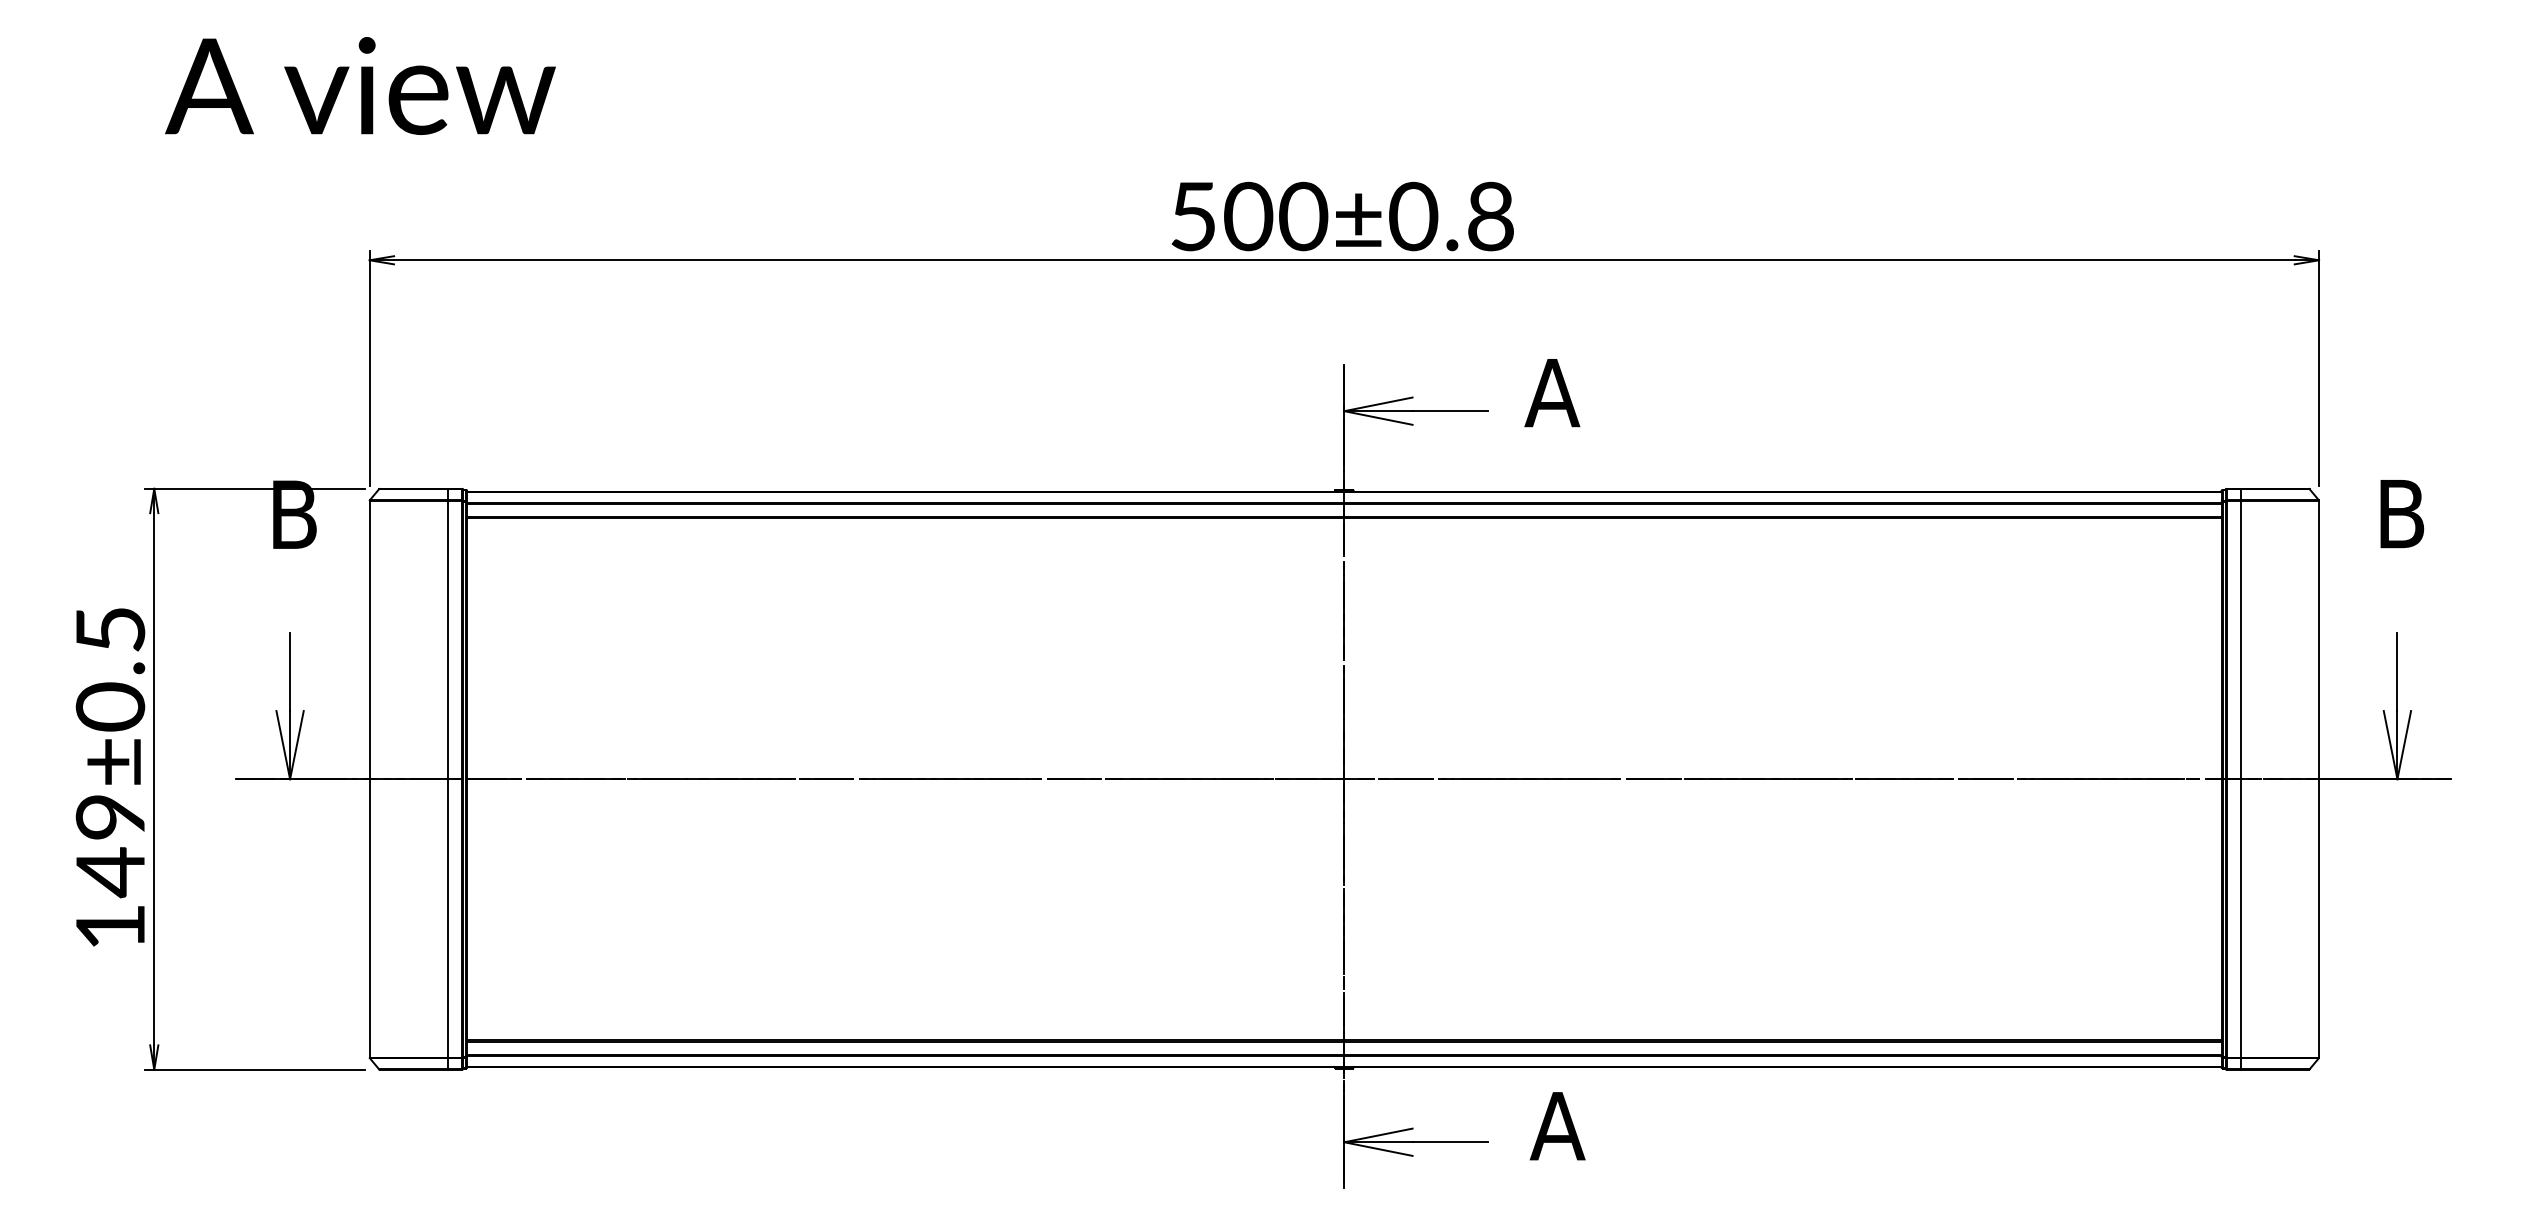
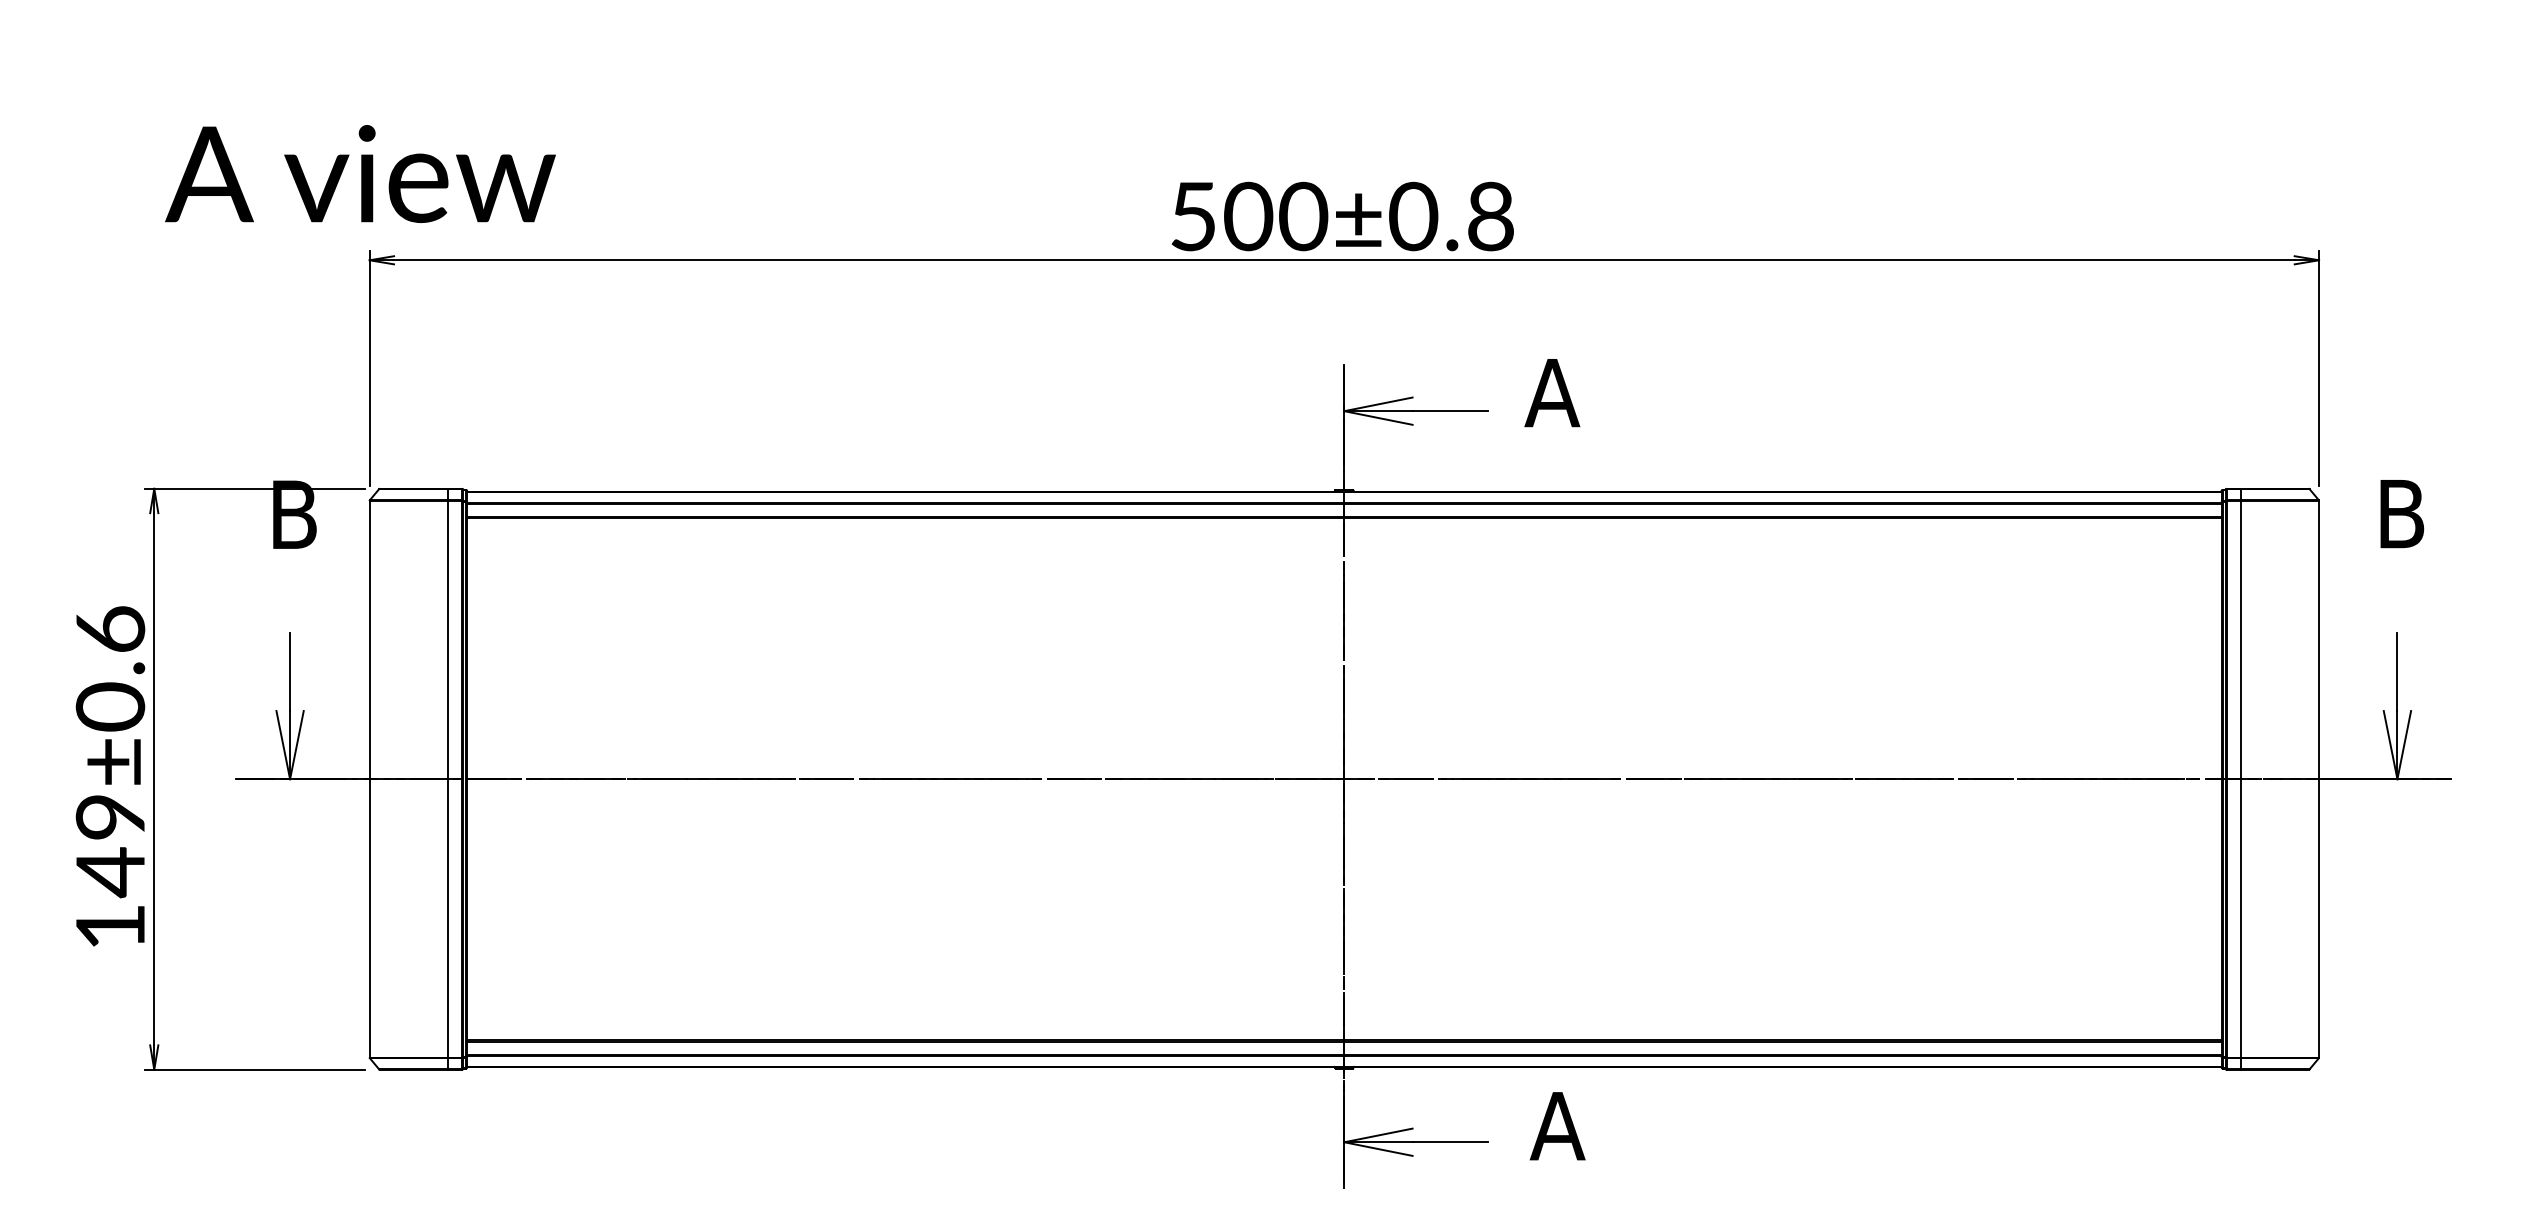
text at (360, 85) position: (360, 85) -> (360, 173)
text at (110, 628): 149±0.5 -> 149±0.6
